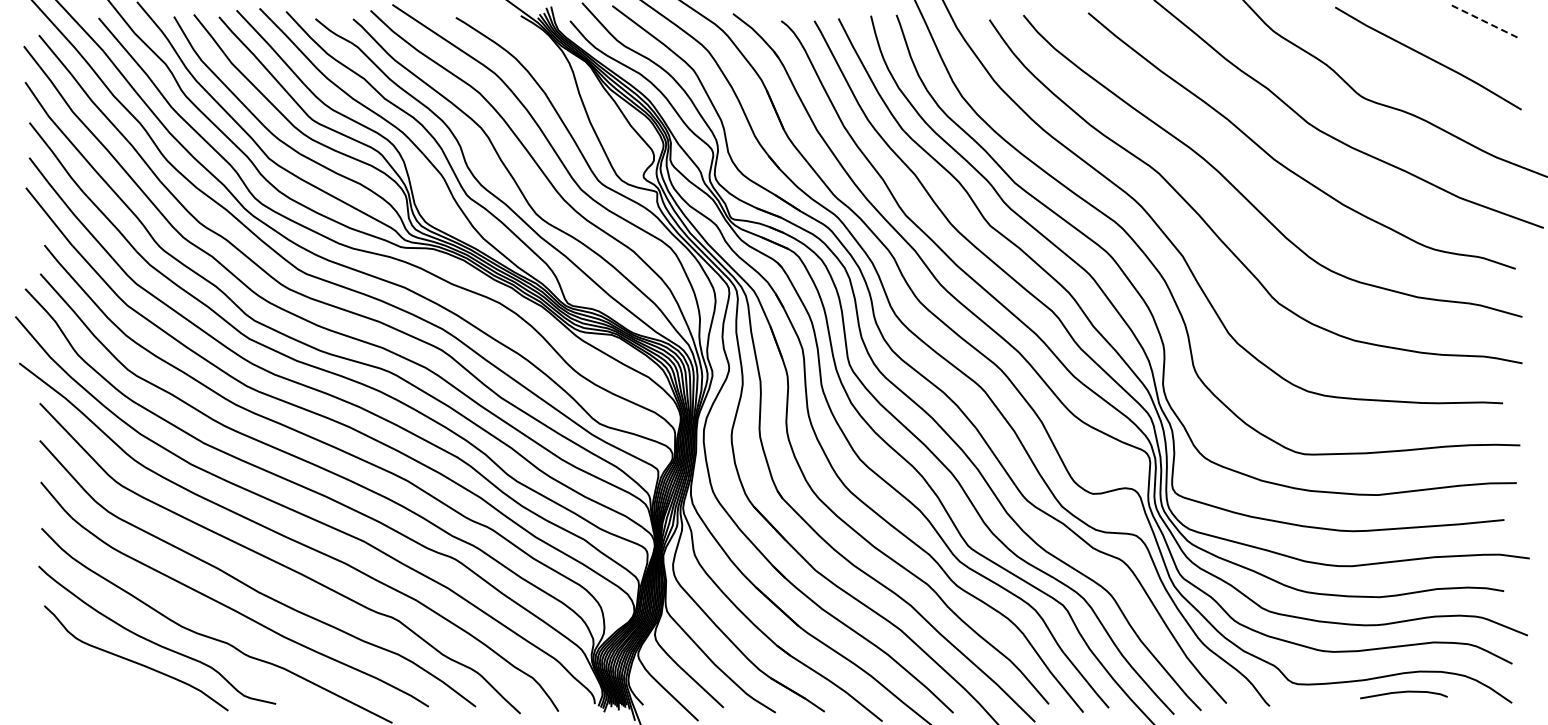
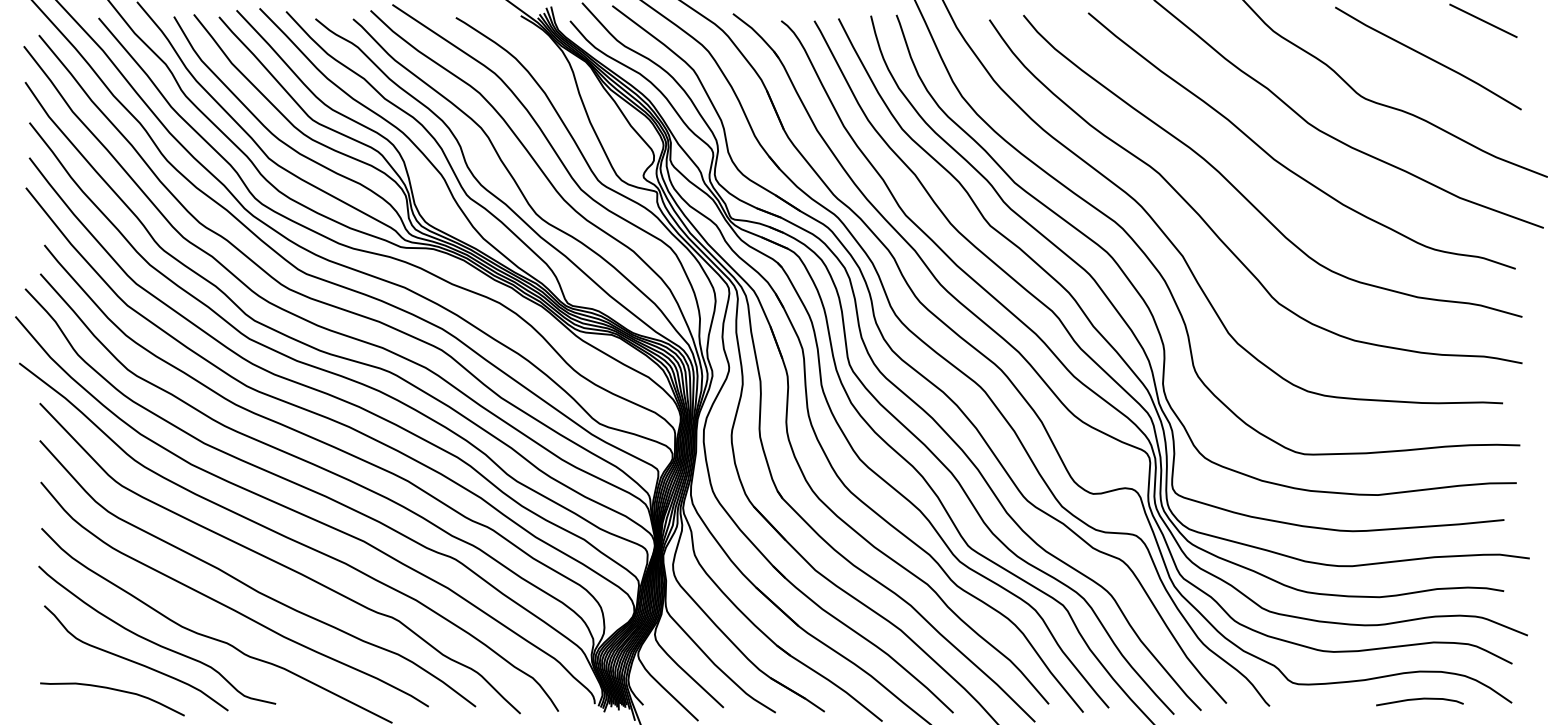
line at (1483, 20): dashed -> solid
curve at (113, 690): none -> present
curve at (1403, 692) position: (1403, 692) -> (1419, 699)
